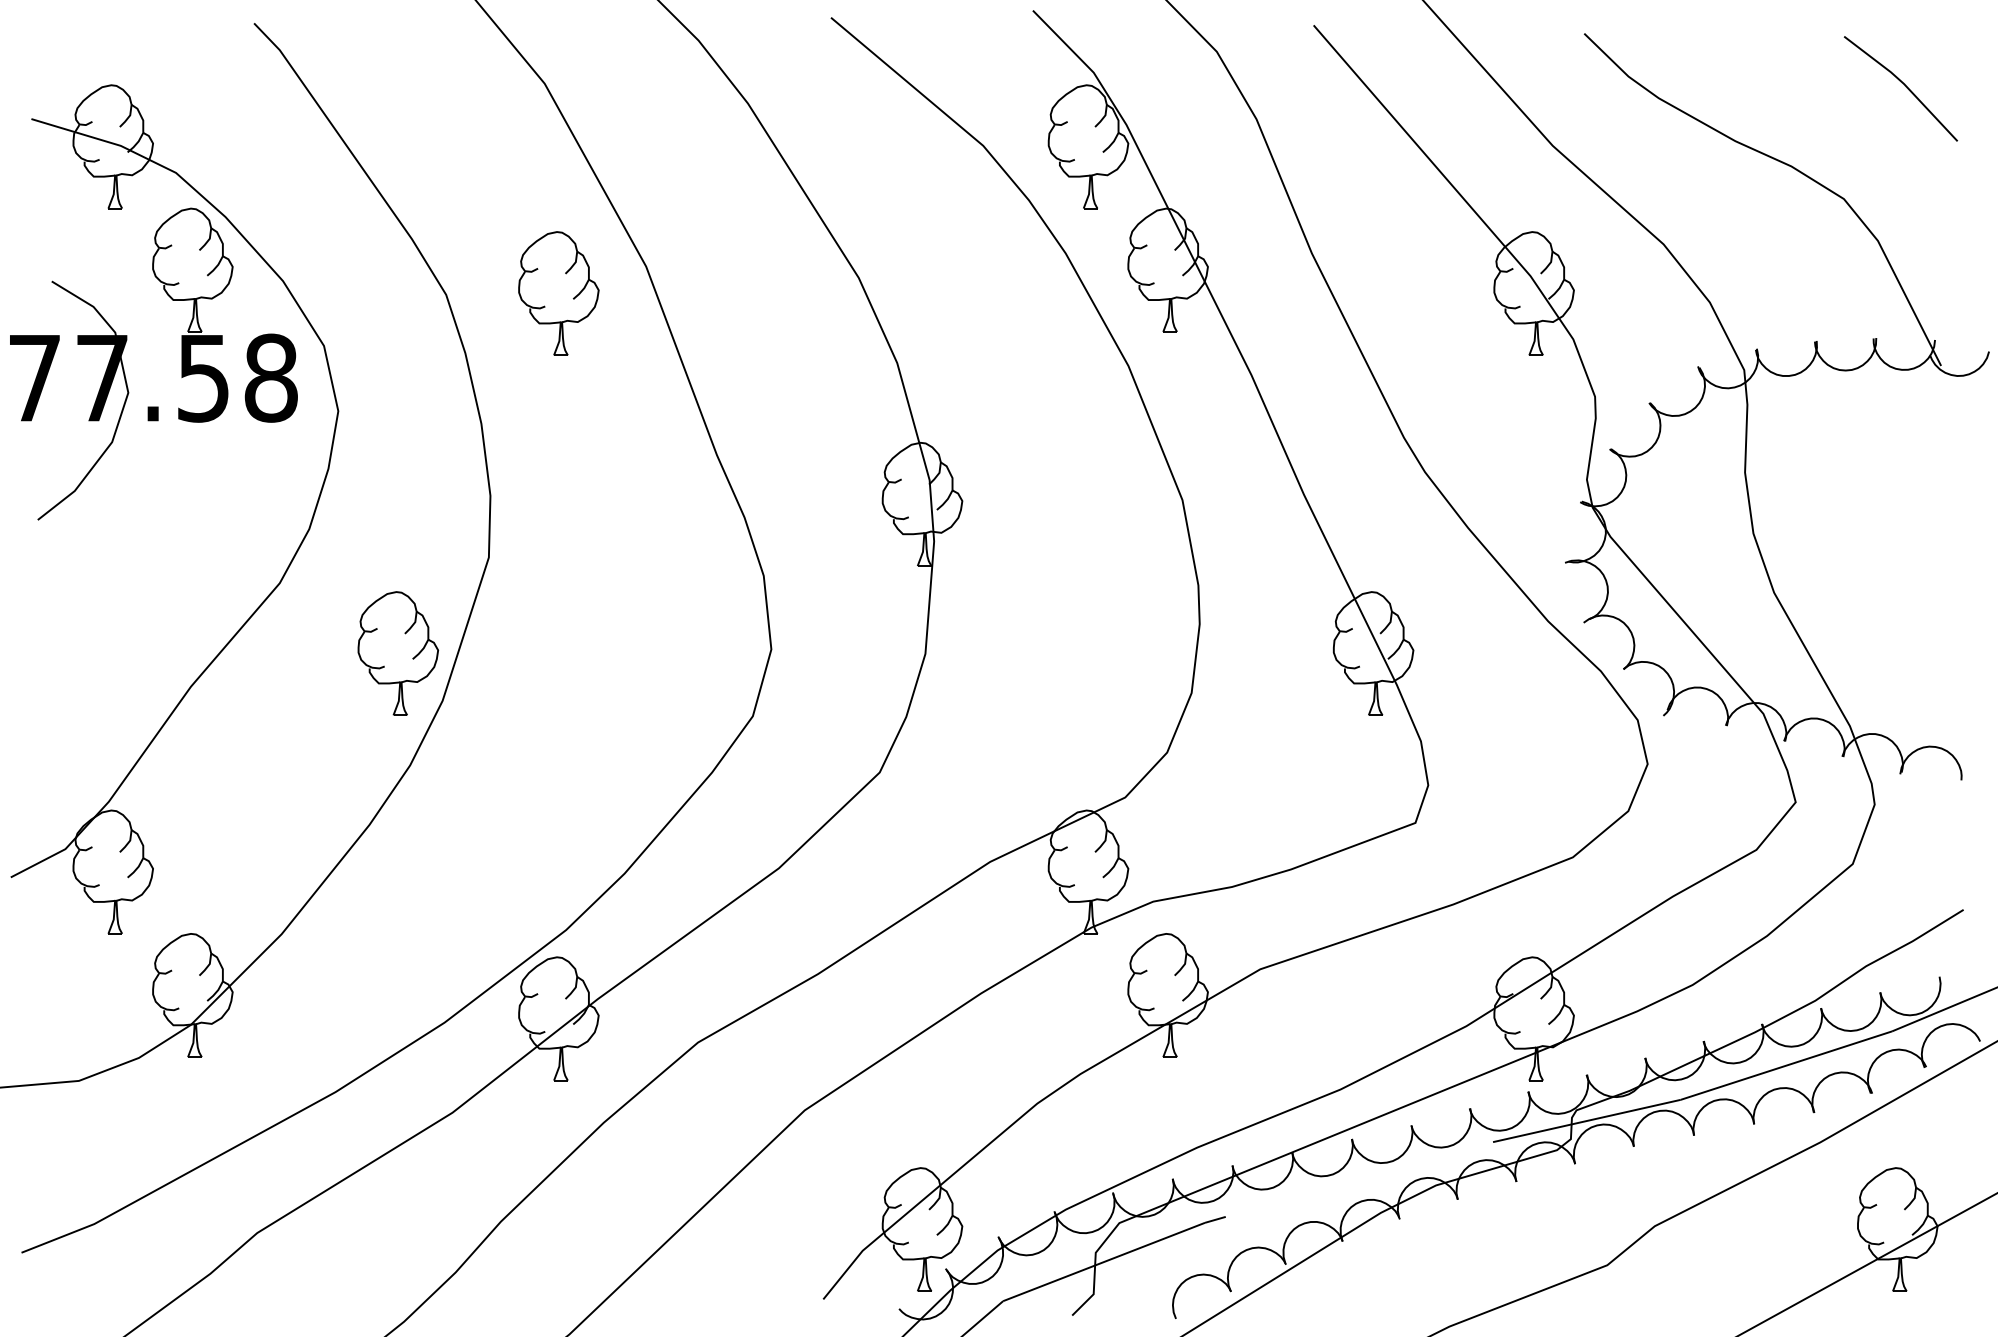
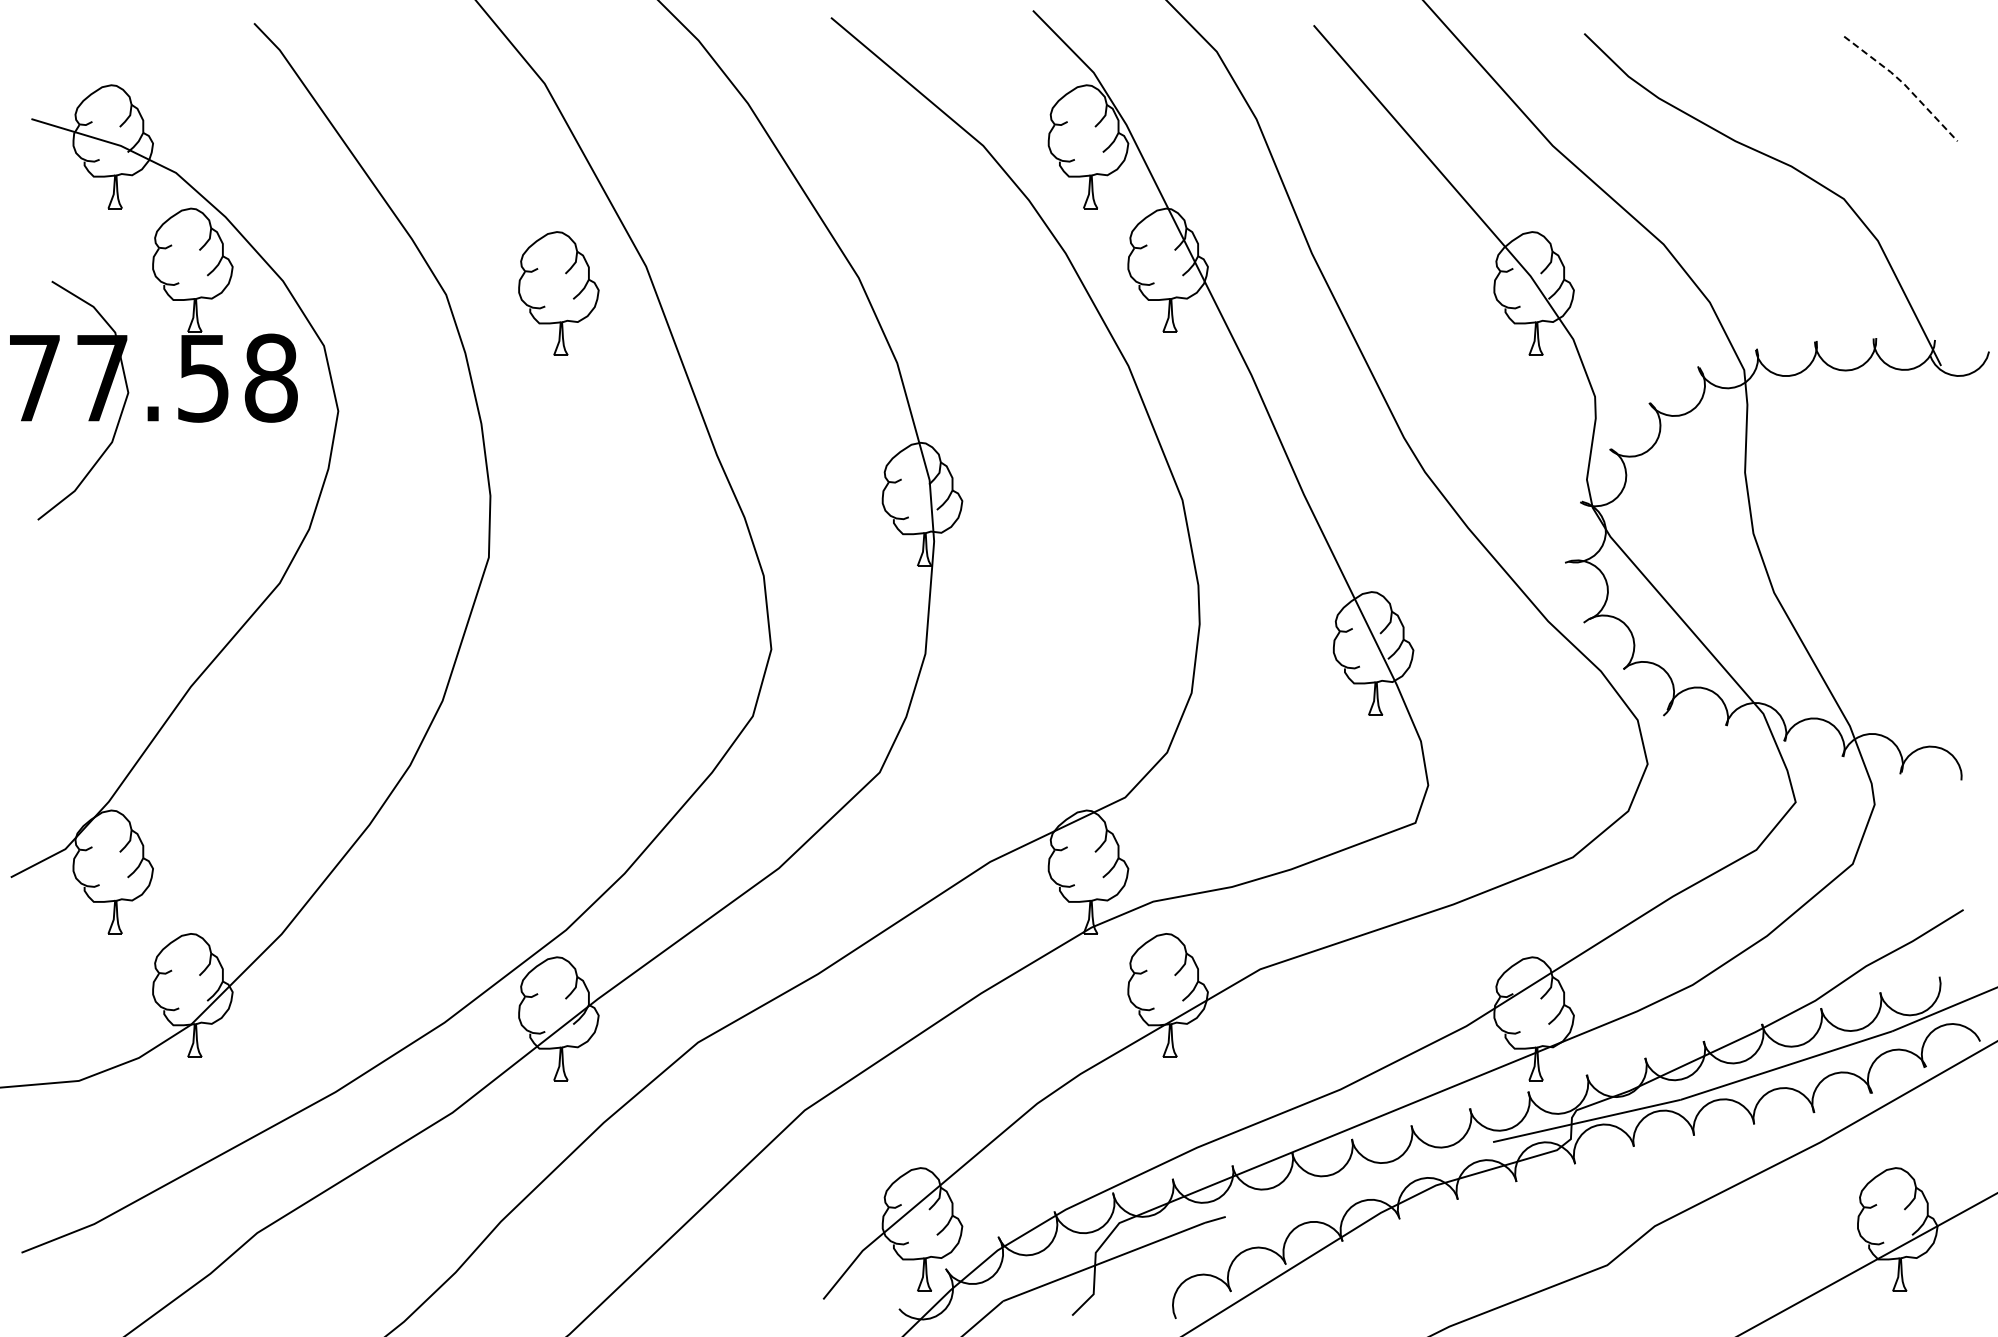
line at (1904, 83): solid -> dashed
part at (398, 653): present -> none
